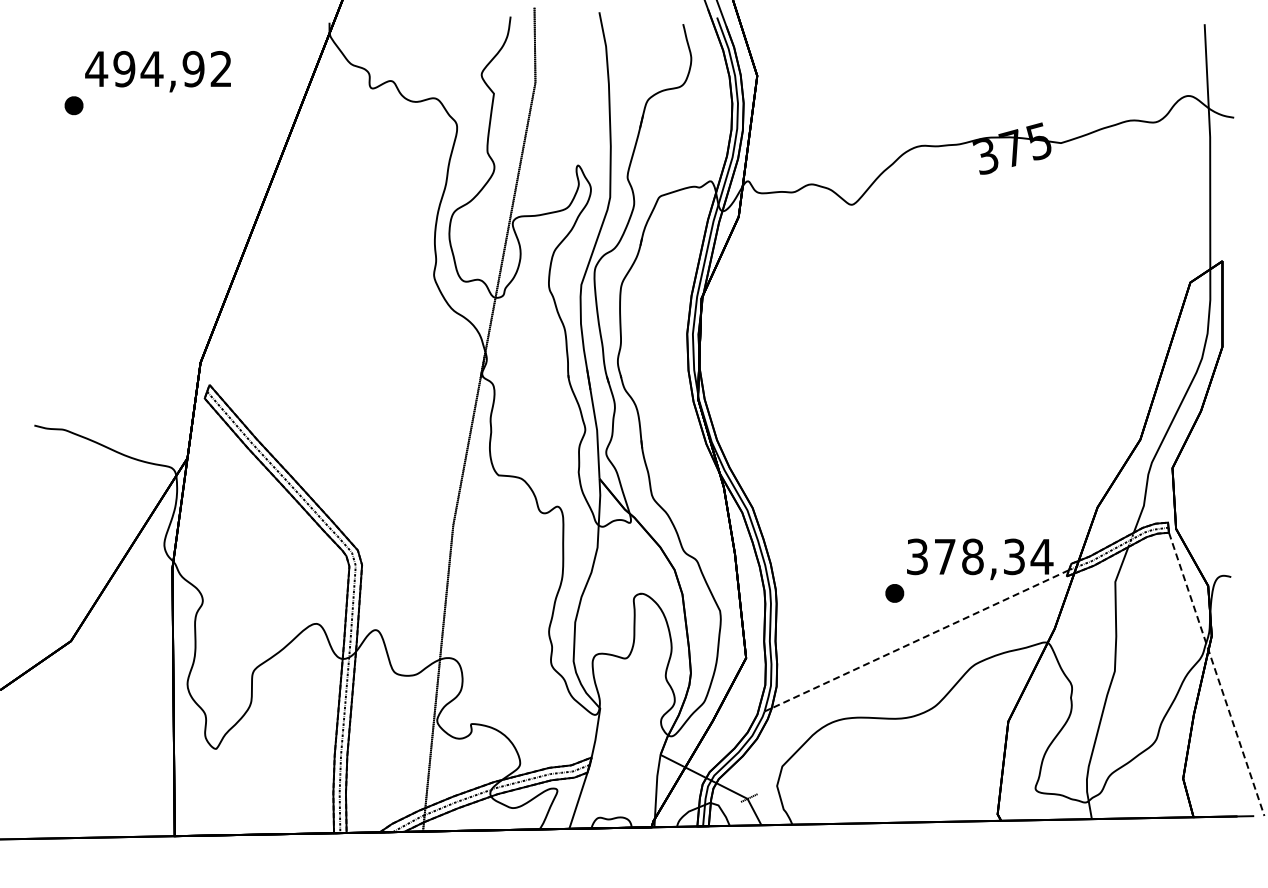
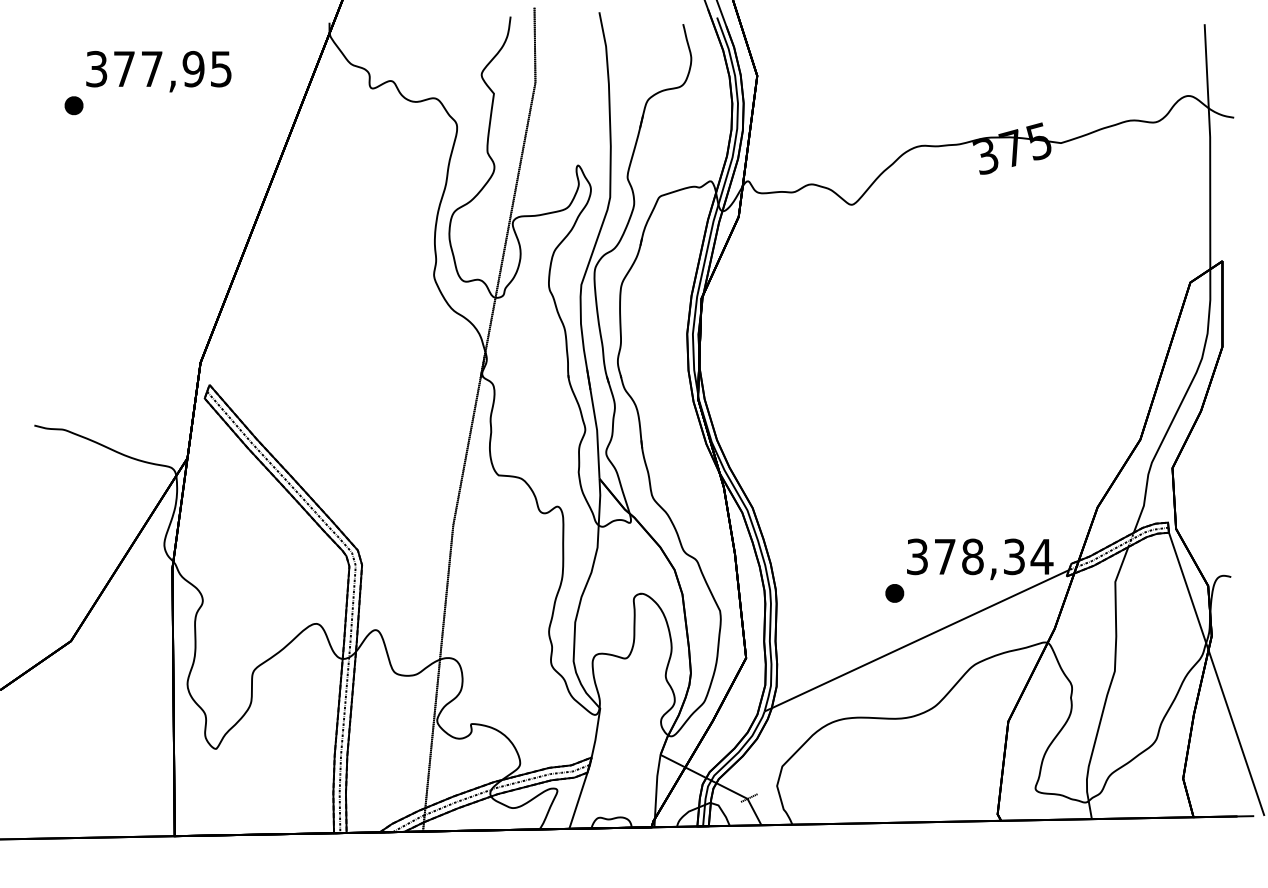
text at (158, 68): 494,92 -> 377,95
line at (920, 639): dashed -> solid
line at (1216, 674): dashed -> solid
